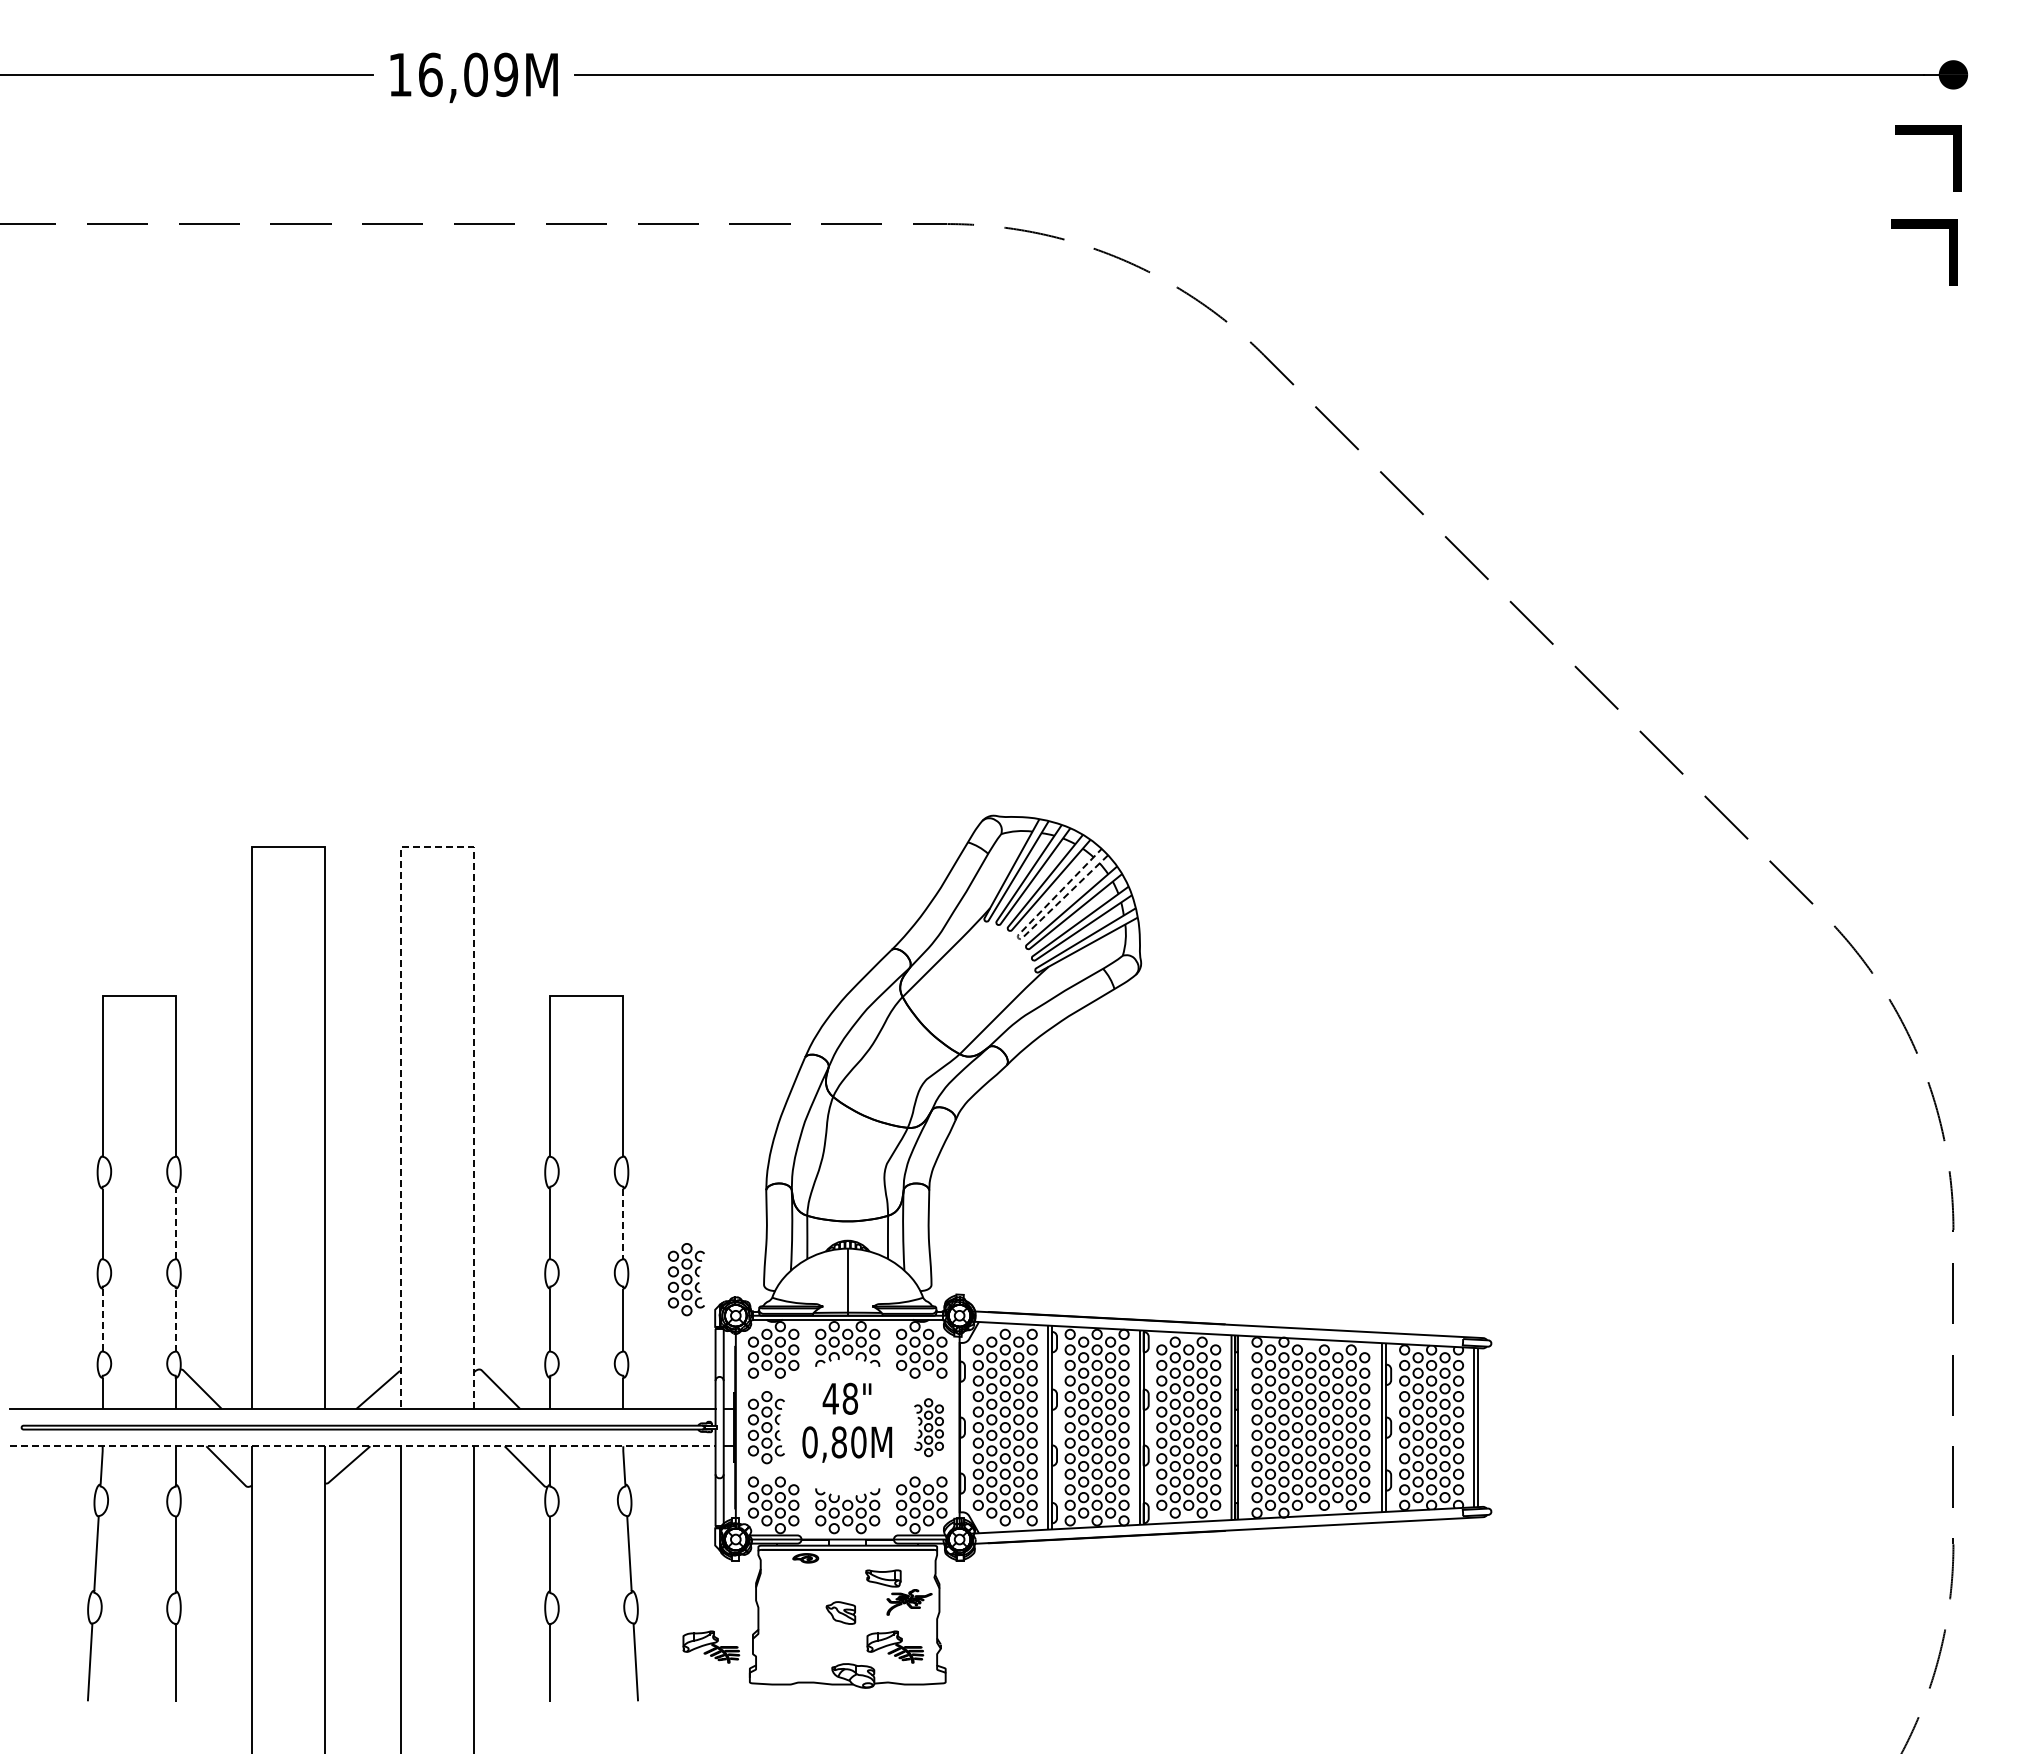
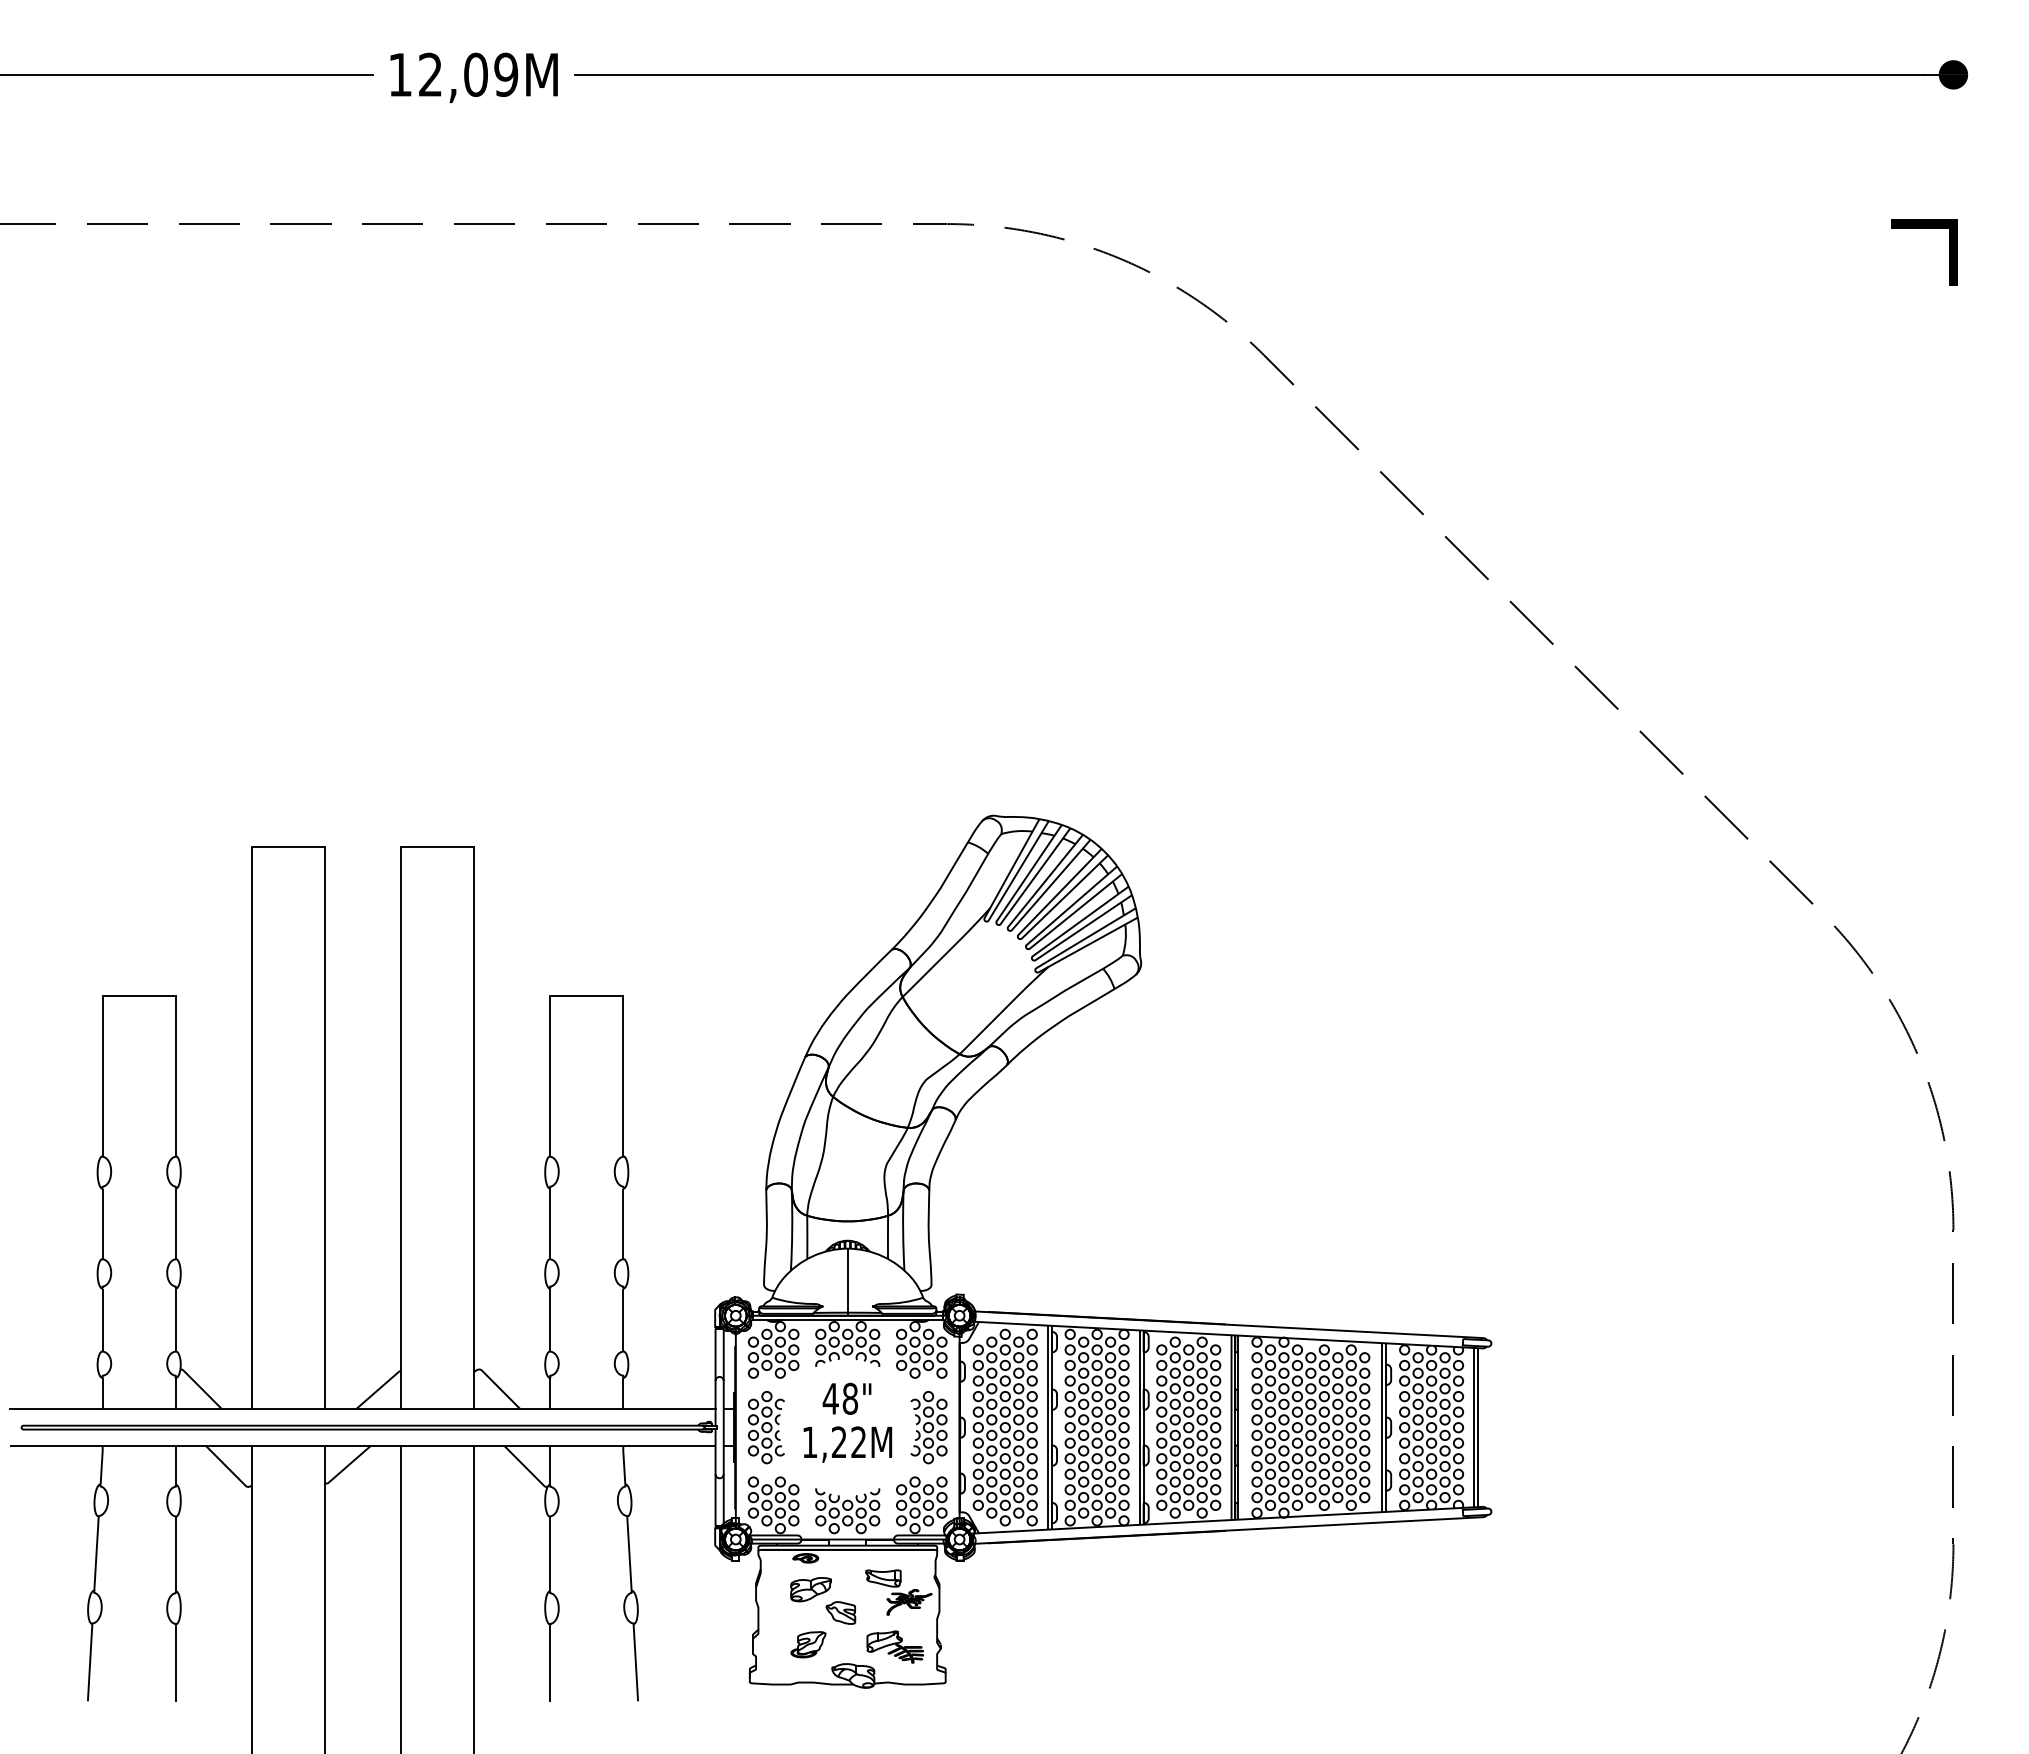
text at (430, 74): 16,09M -> 12,09M
line at (1928, 134): present -> none
line at (437, 847): dashed -> solid
line at (1018, 938): dashed -> solid
line at (175, 1223): dashed -> solid
line at (623, 1224): dashed -> solid
part at (686, 1279): present -> none
line at (102, 1320): dashed -> solid
line at (175, 1320): dashed -> solid
part at (928, 1427) size: 30x60 px -> 38x74 px
text at (834, 1442): 0,80M -> 1,22M
line at (362, 1446): dashed -> solid
part at (810, 1589): none -> present
part at (808, 1644): none -> present
part at (711, 1646): present -> none
